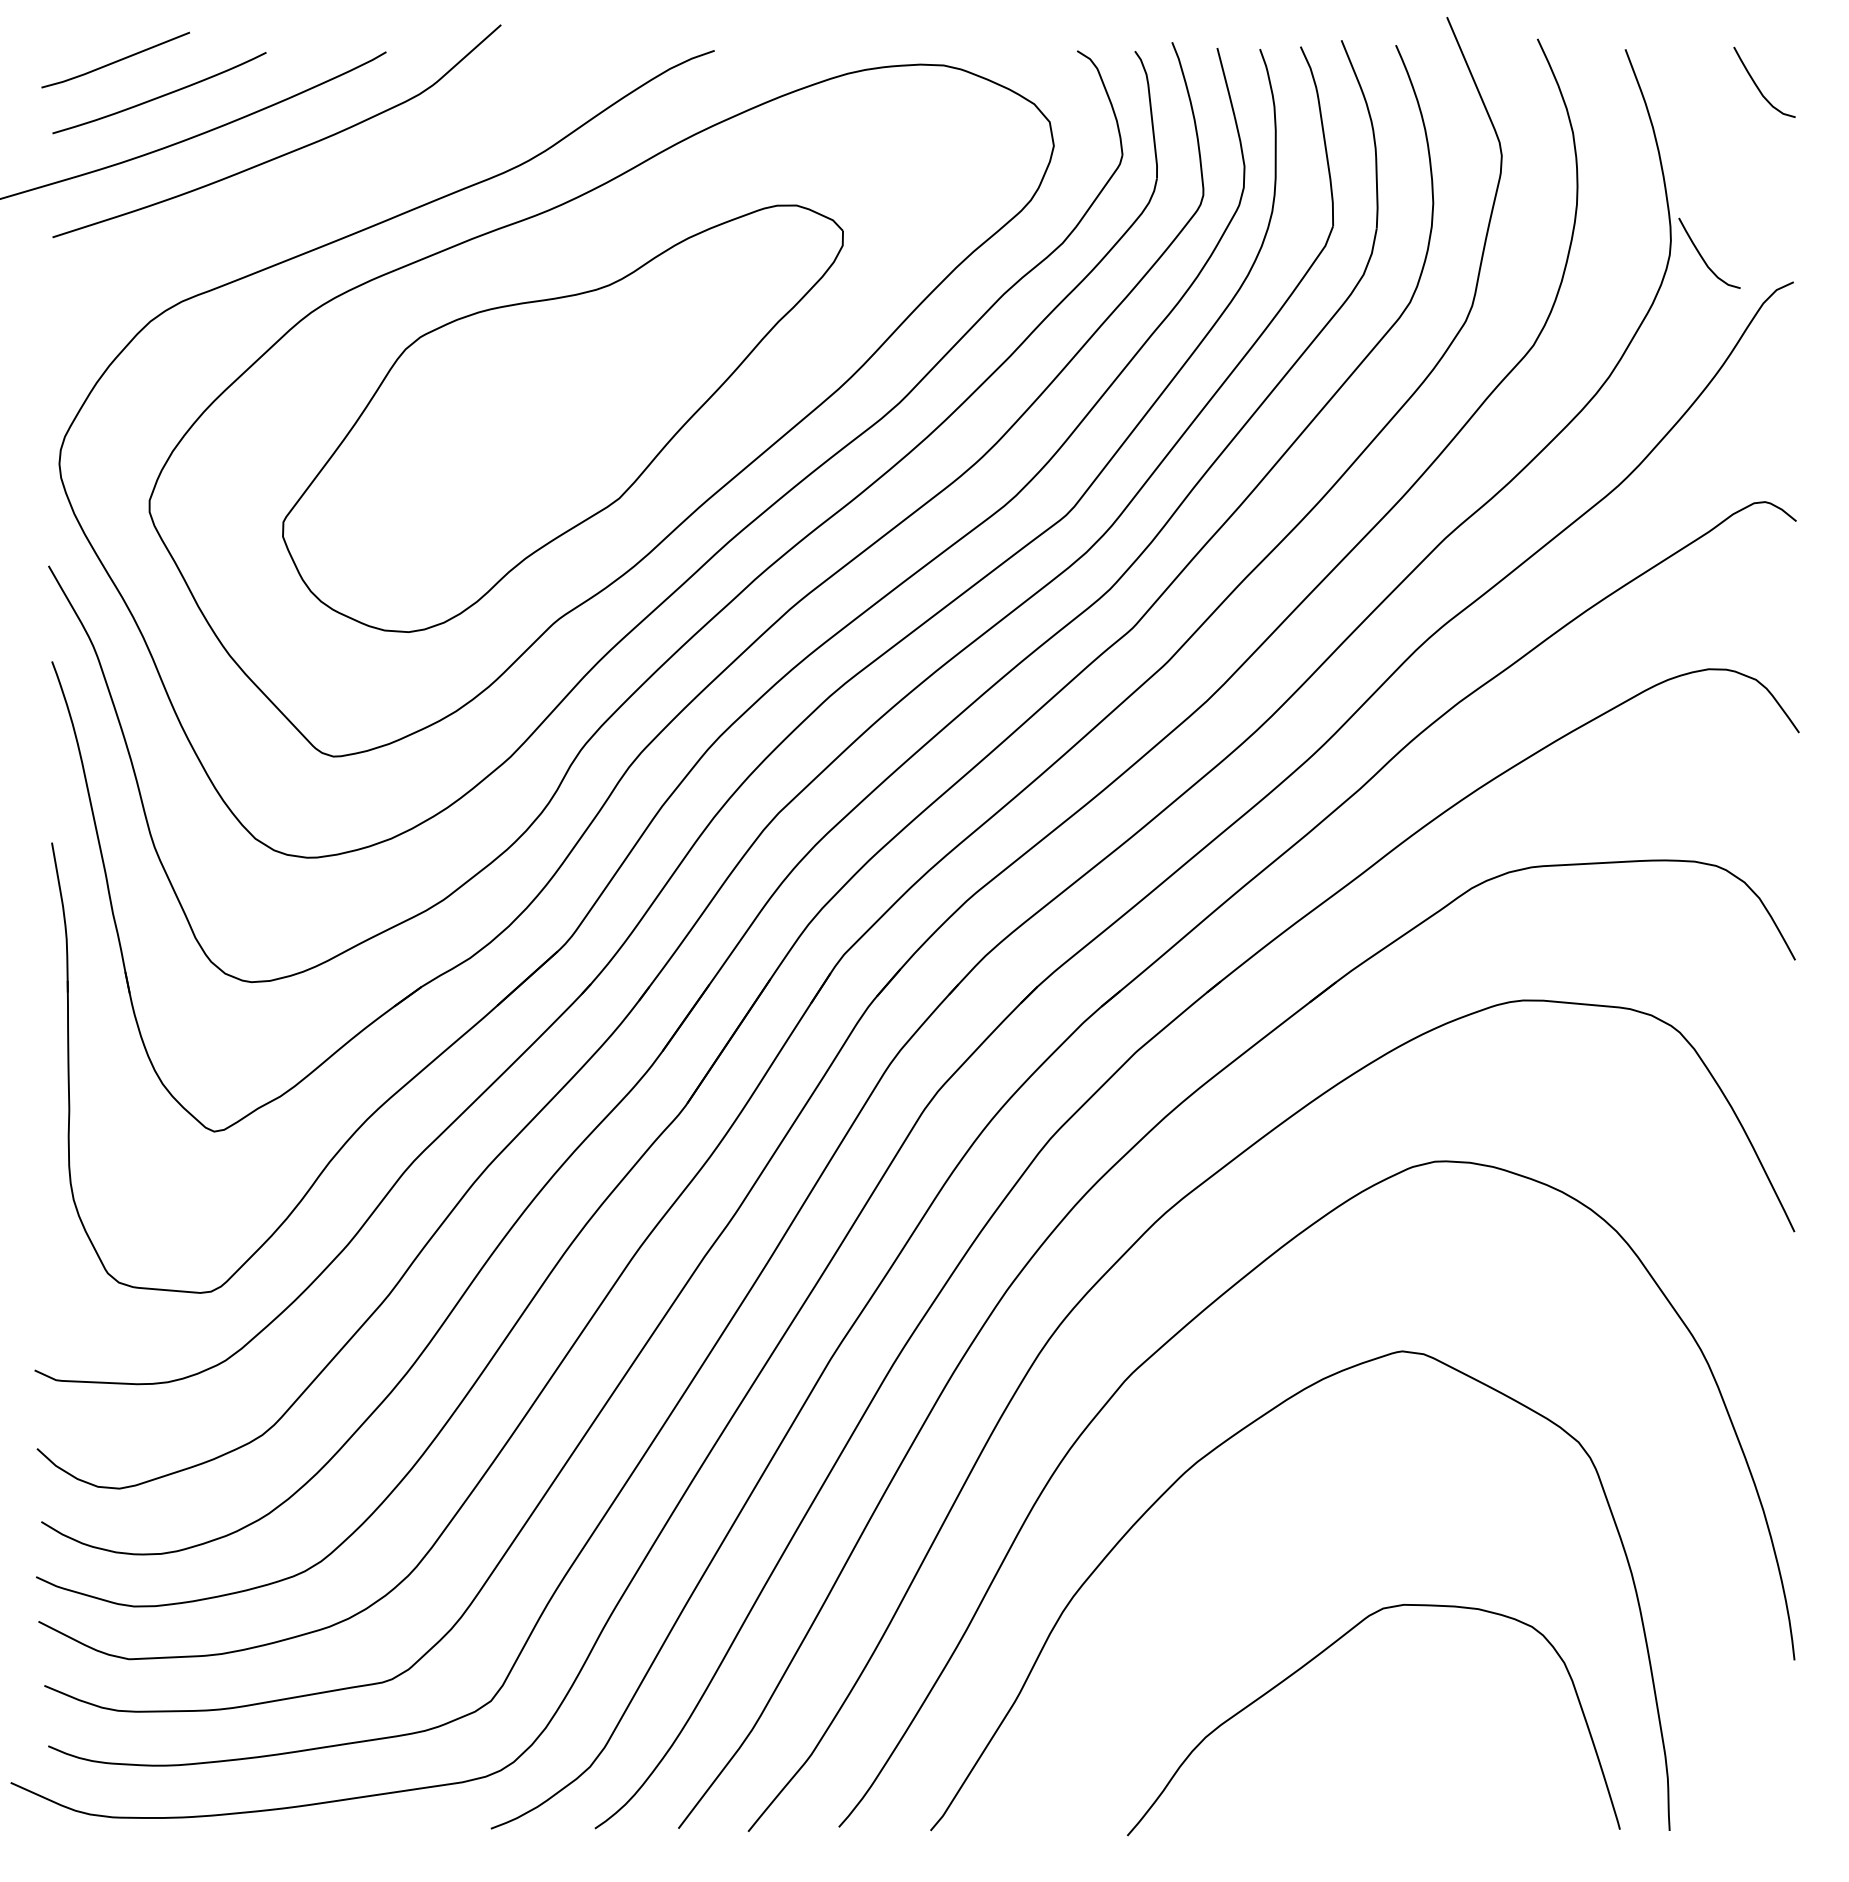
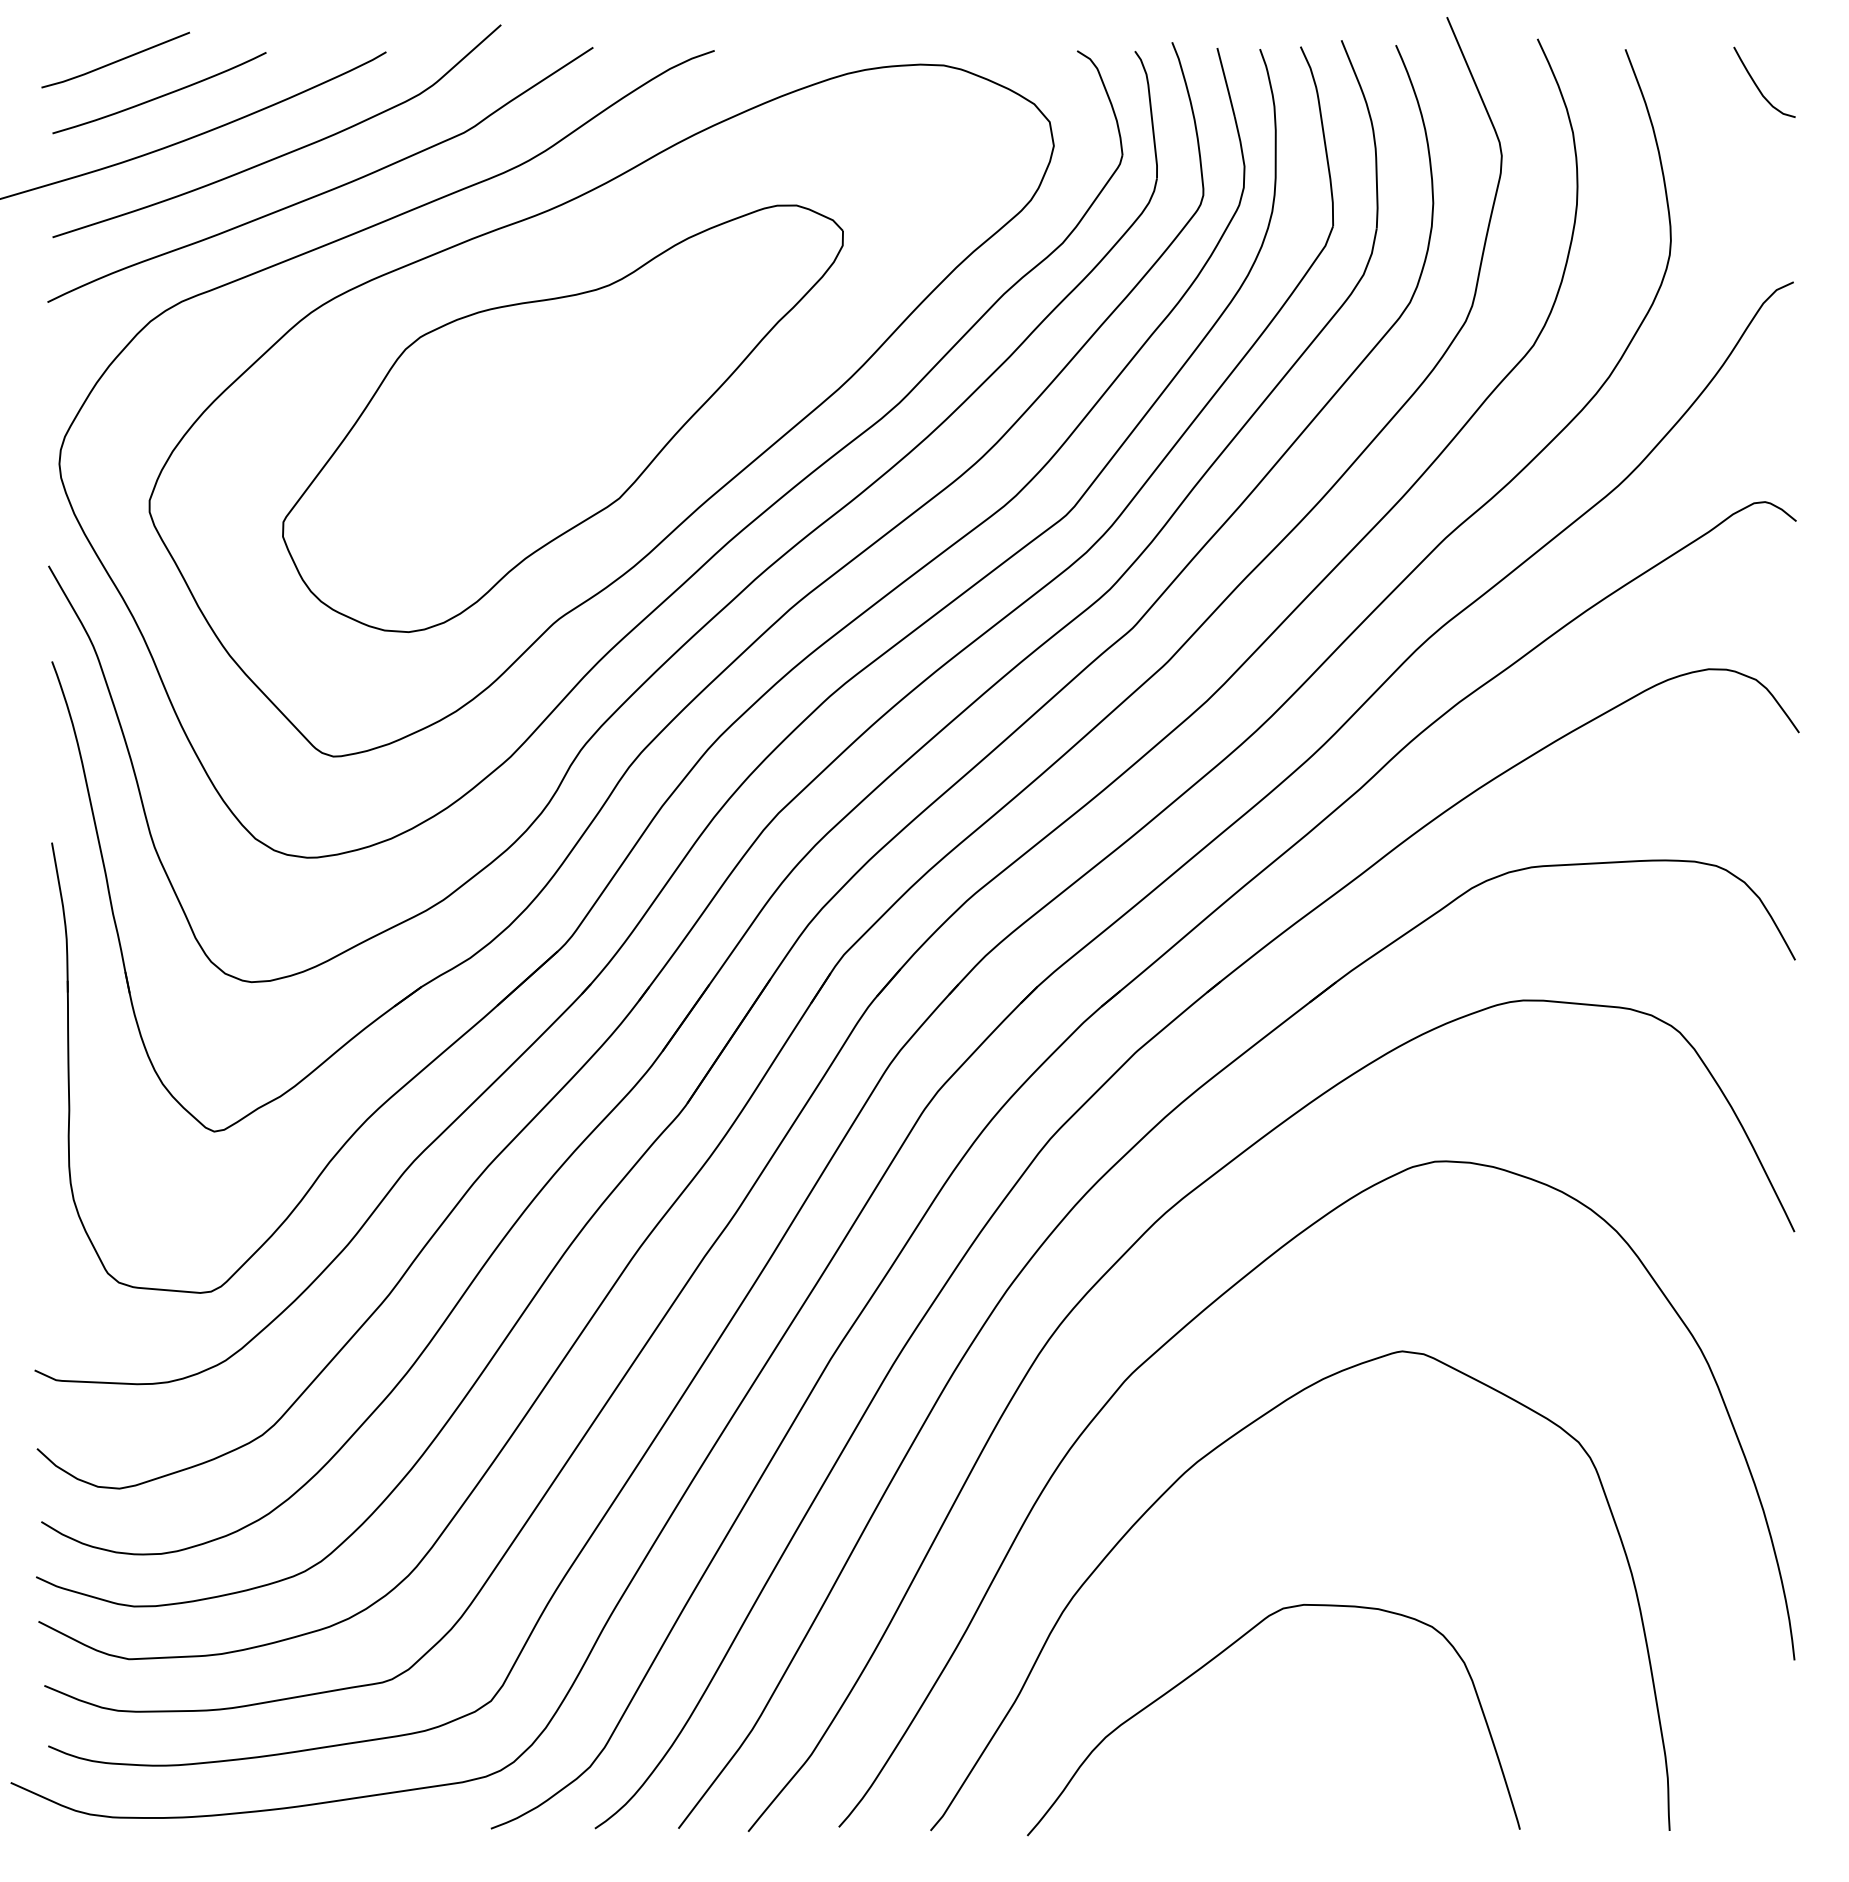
curve at (327, 190): none -> present
curve at (1702, 256): present -> none
curve at (1322, 1653) position: (1322, 1653) -> (1222, 1653)
